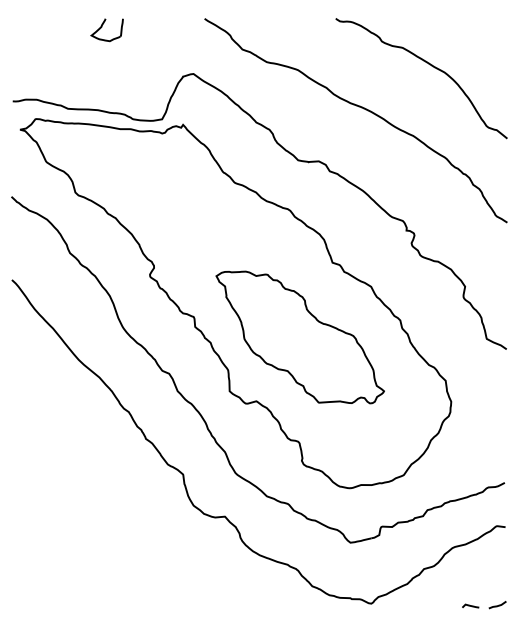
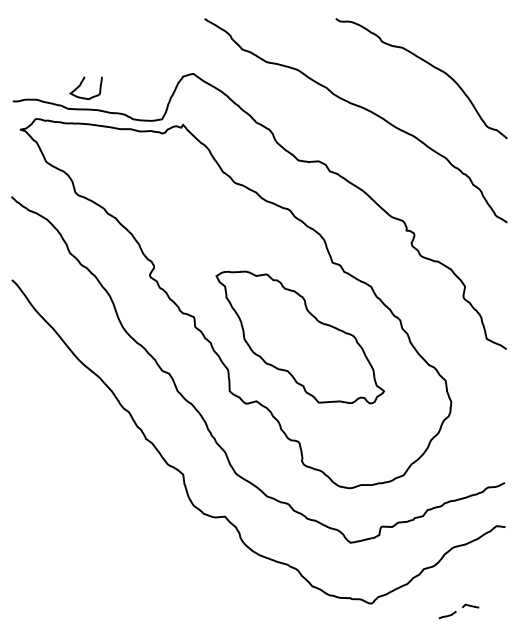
part at (106, 30) position: (106, 30) -> (85, 88)
line at (497, 605) position: (497, 605) -> (447, 615)
